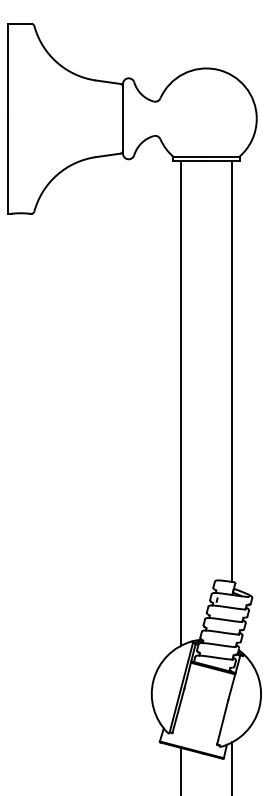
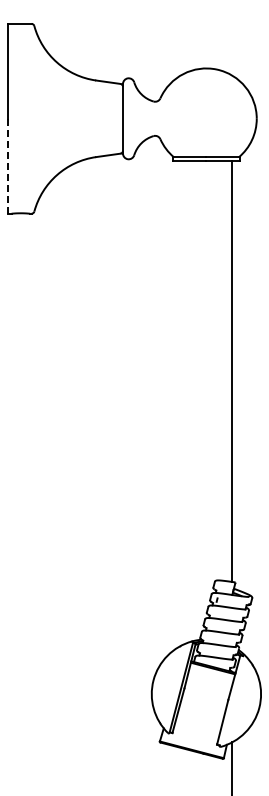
line at (7, 165): solid -> dashed
line at (180, 403): present -> none
line at (180, 769): present -> none
